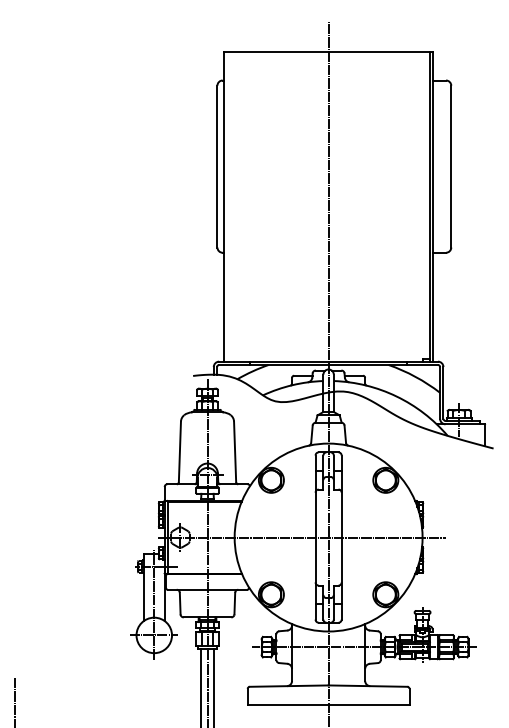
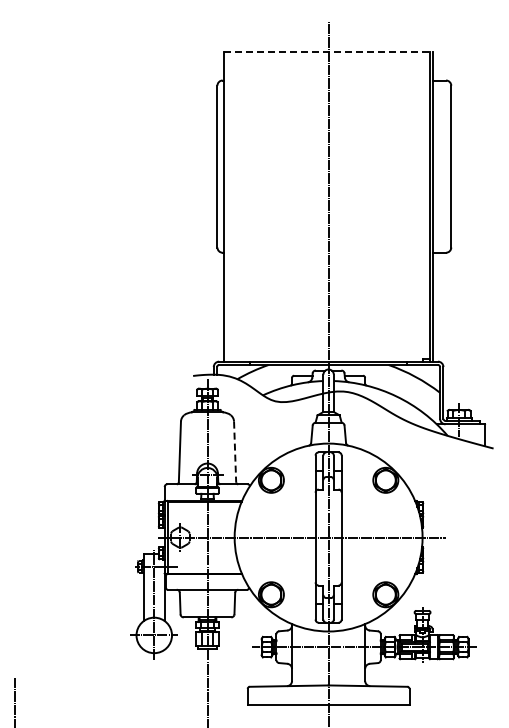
line at (329, 51): solid -> dashed
line at (235, 452): solid -> dashed
line at (201, 686): present -> none
line at (213, 686): present -> none
